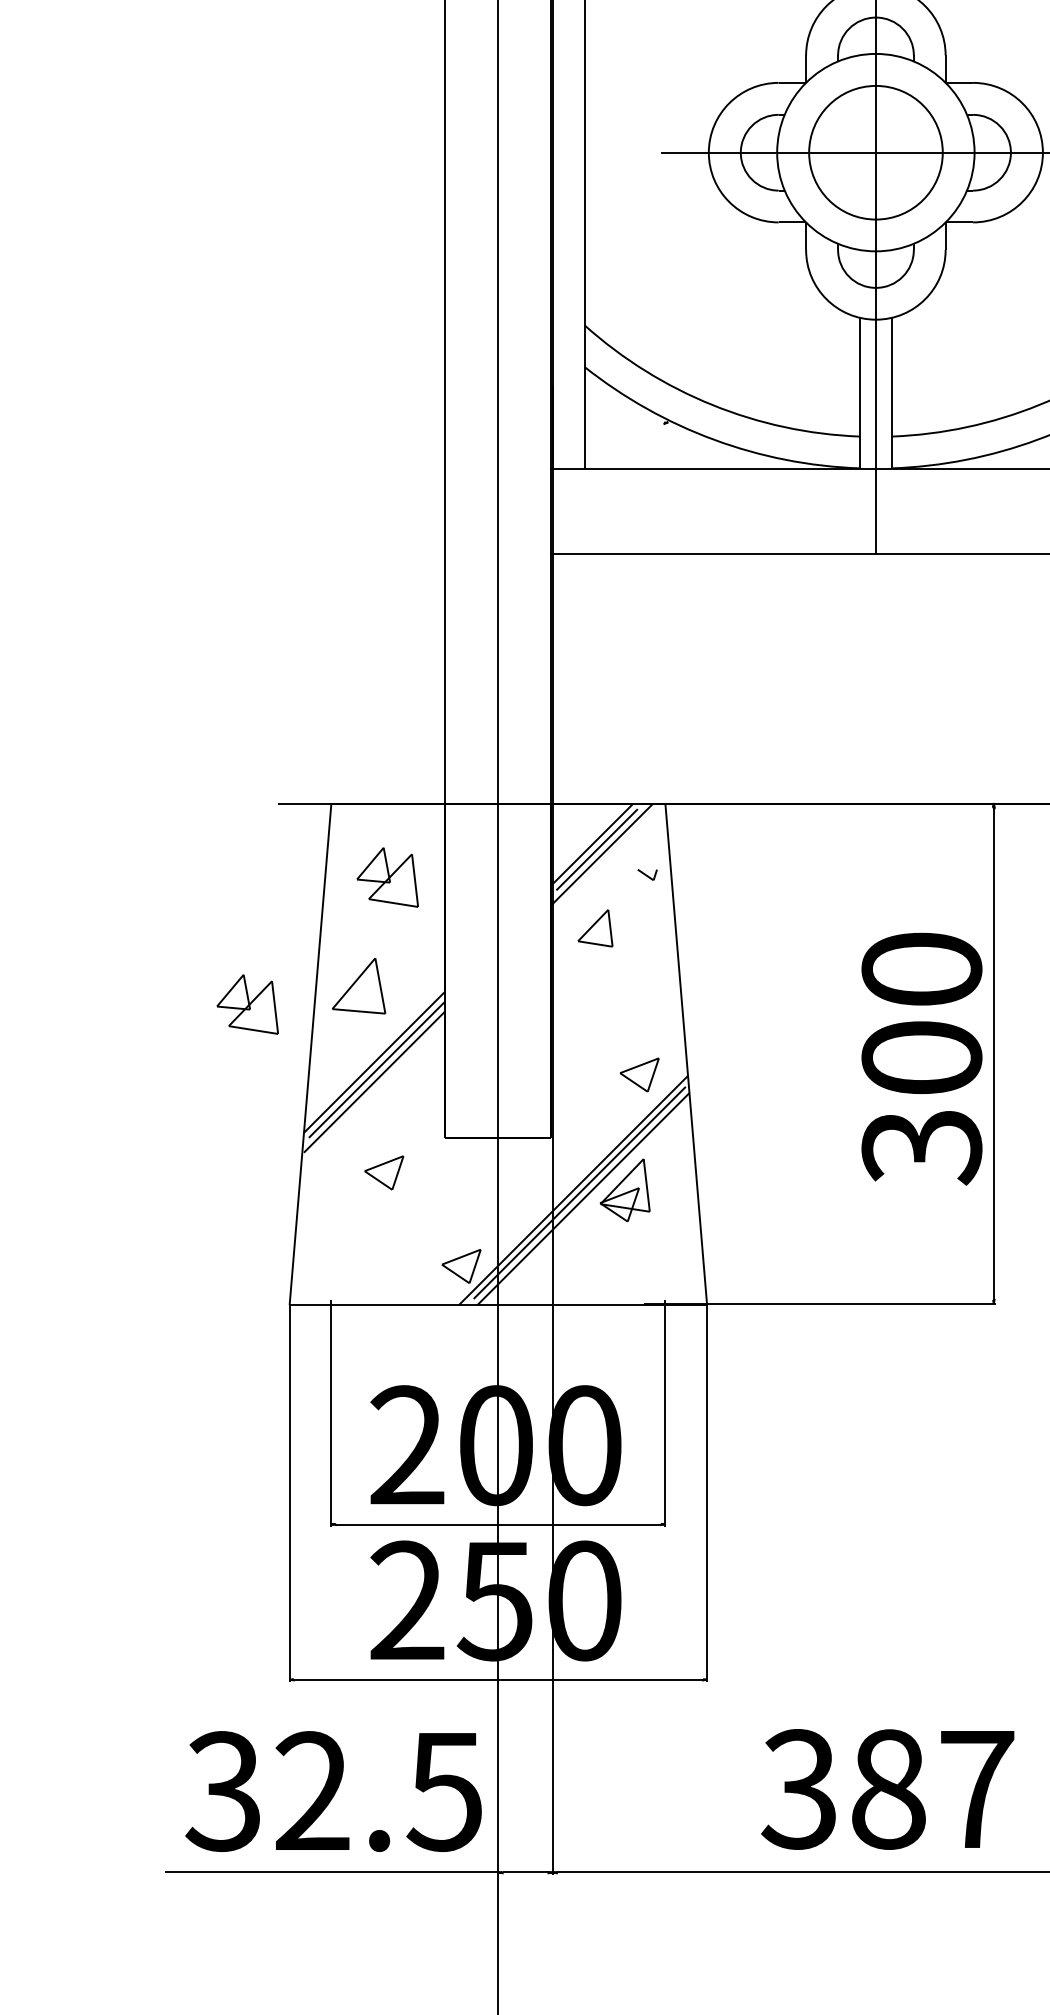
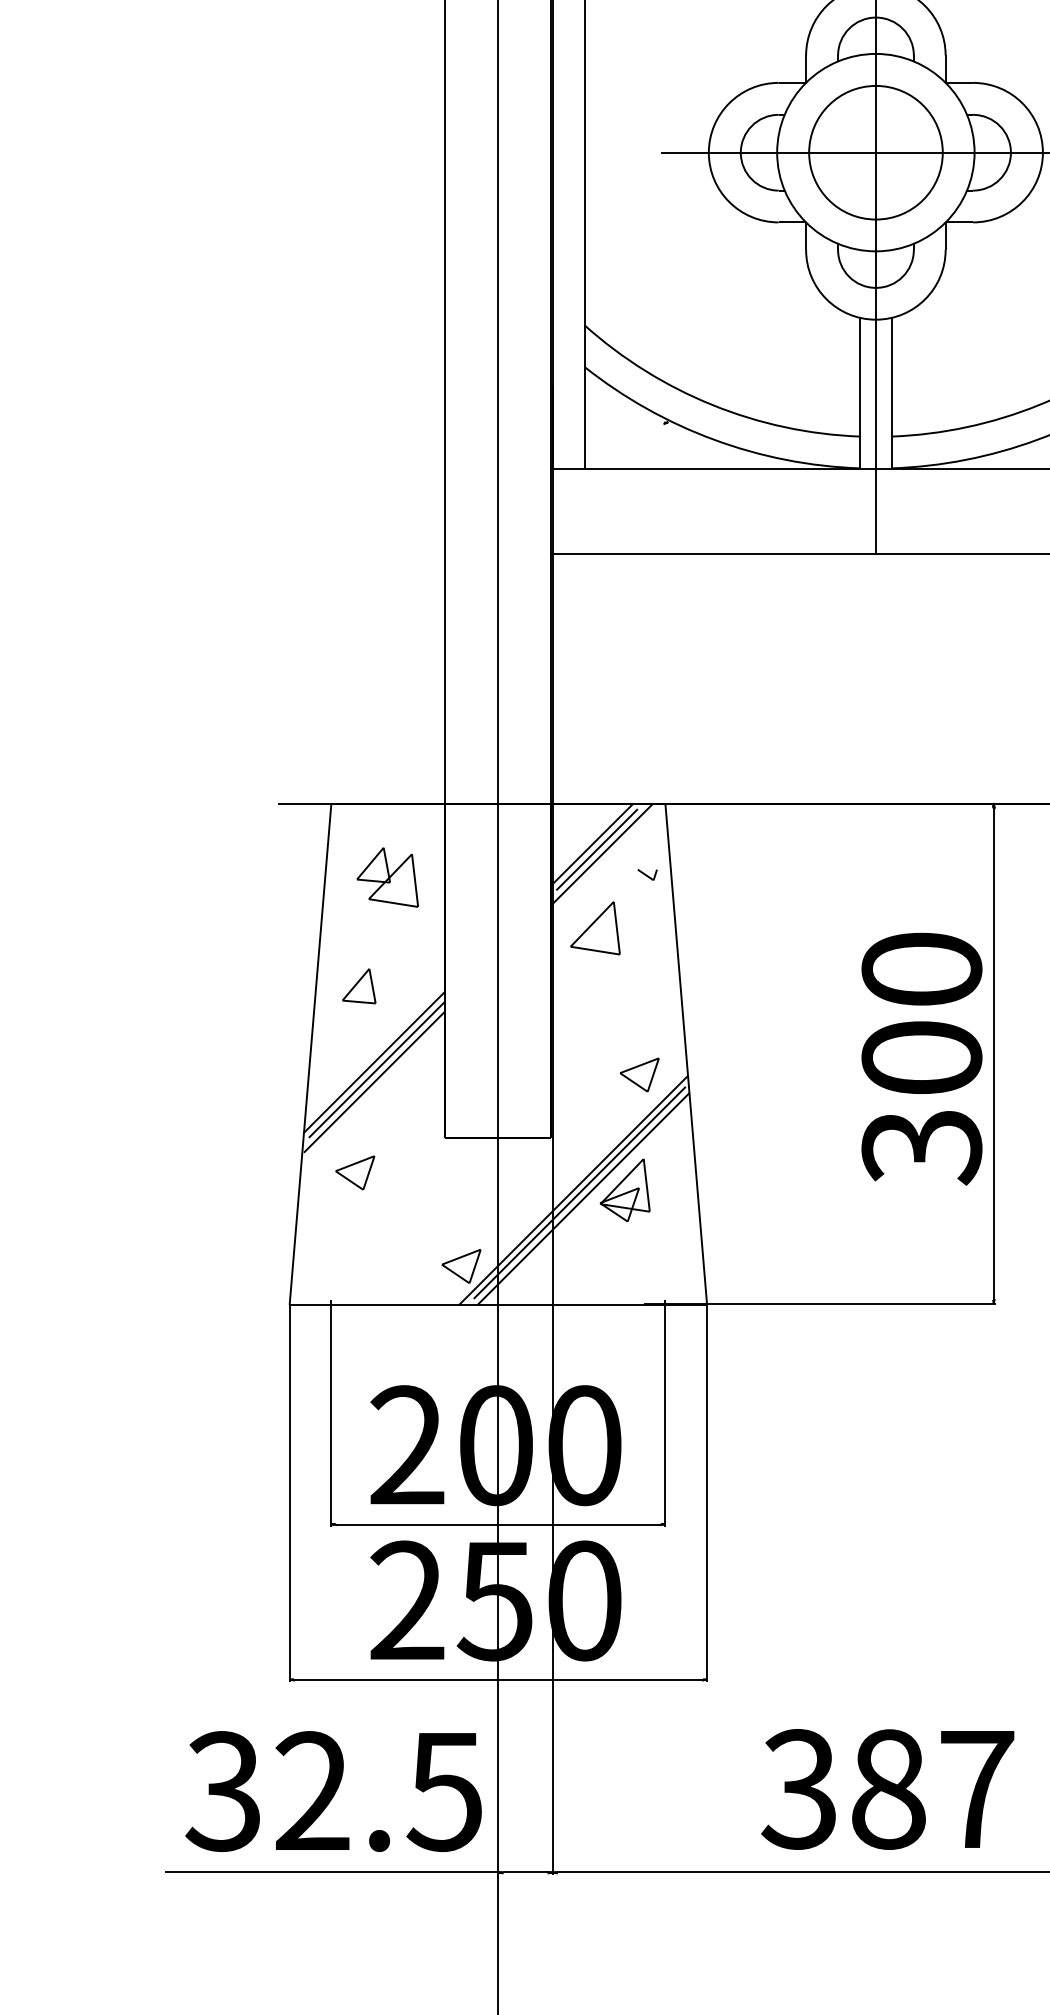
part at (595, 928) size: 37x39 px -> 51x55 px
part at (359, 985) size: 55x58 px -> 35x37 px
part at (247, 1004): present -> none
part at (384, 1172) position: (384, 1172) -> (355, 1172)
